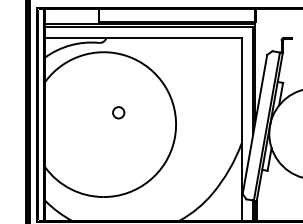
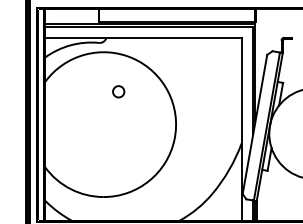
circle at (118, 112) position: (118, 112) -> (118, 91)
